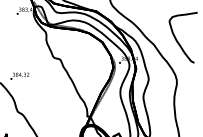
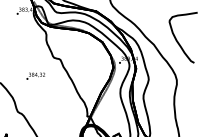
text at (19, 75) position: (19, 75) -> (35, 75)
